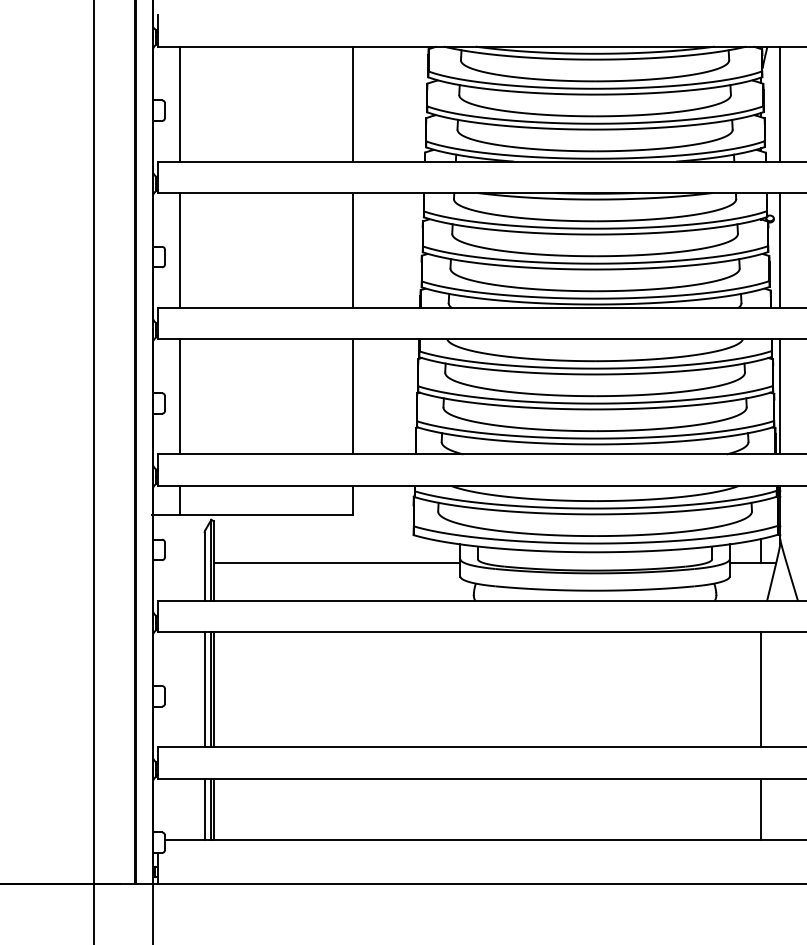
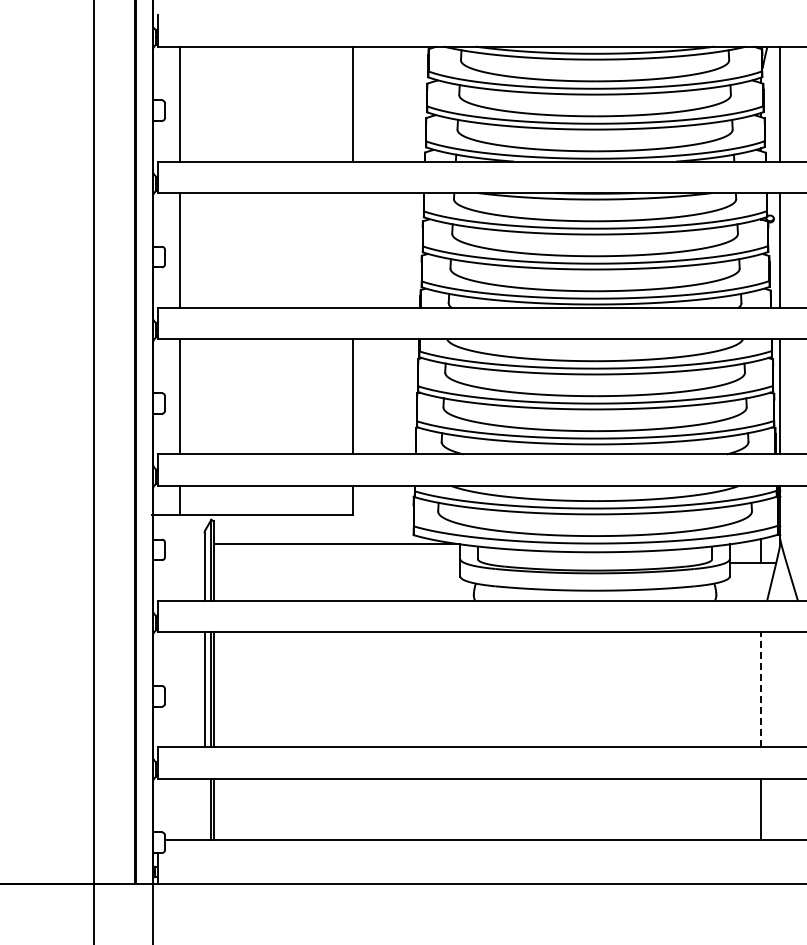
line at (353, 250): present -> none
line at (337, 563) position: (337, 563) -> (337, 544)
line at (761, 689): solid -> dashed
line at (204, 809): present -> none
